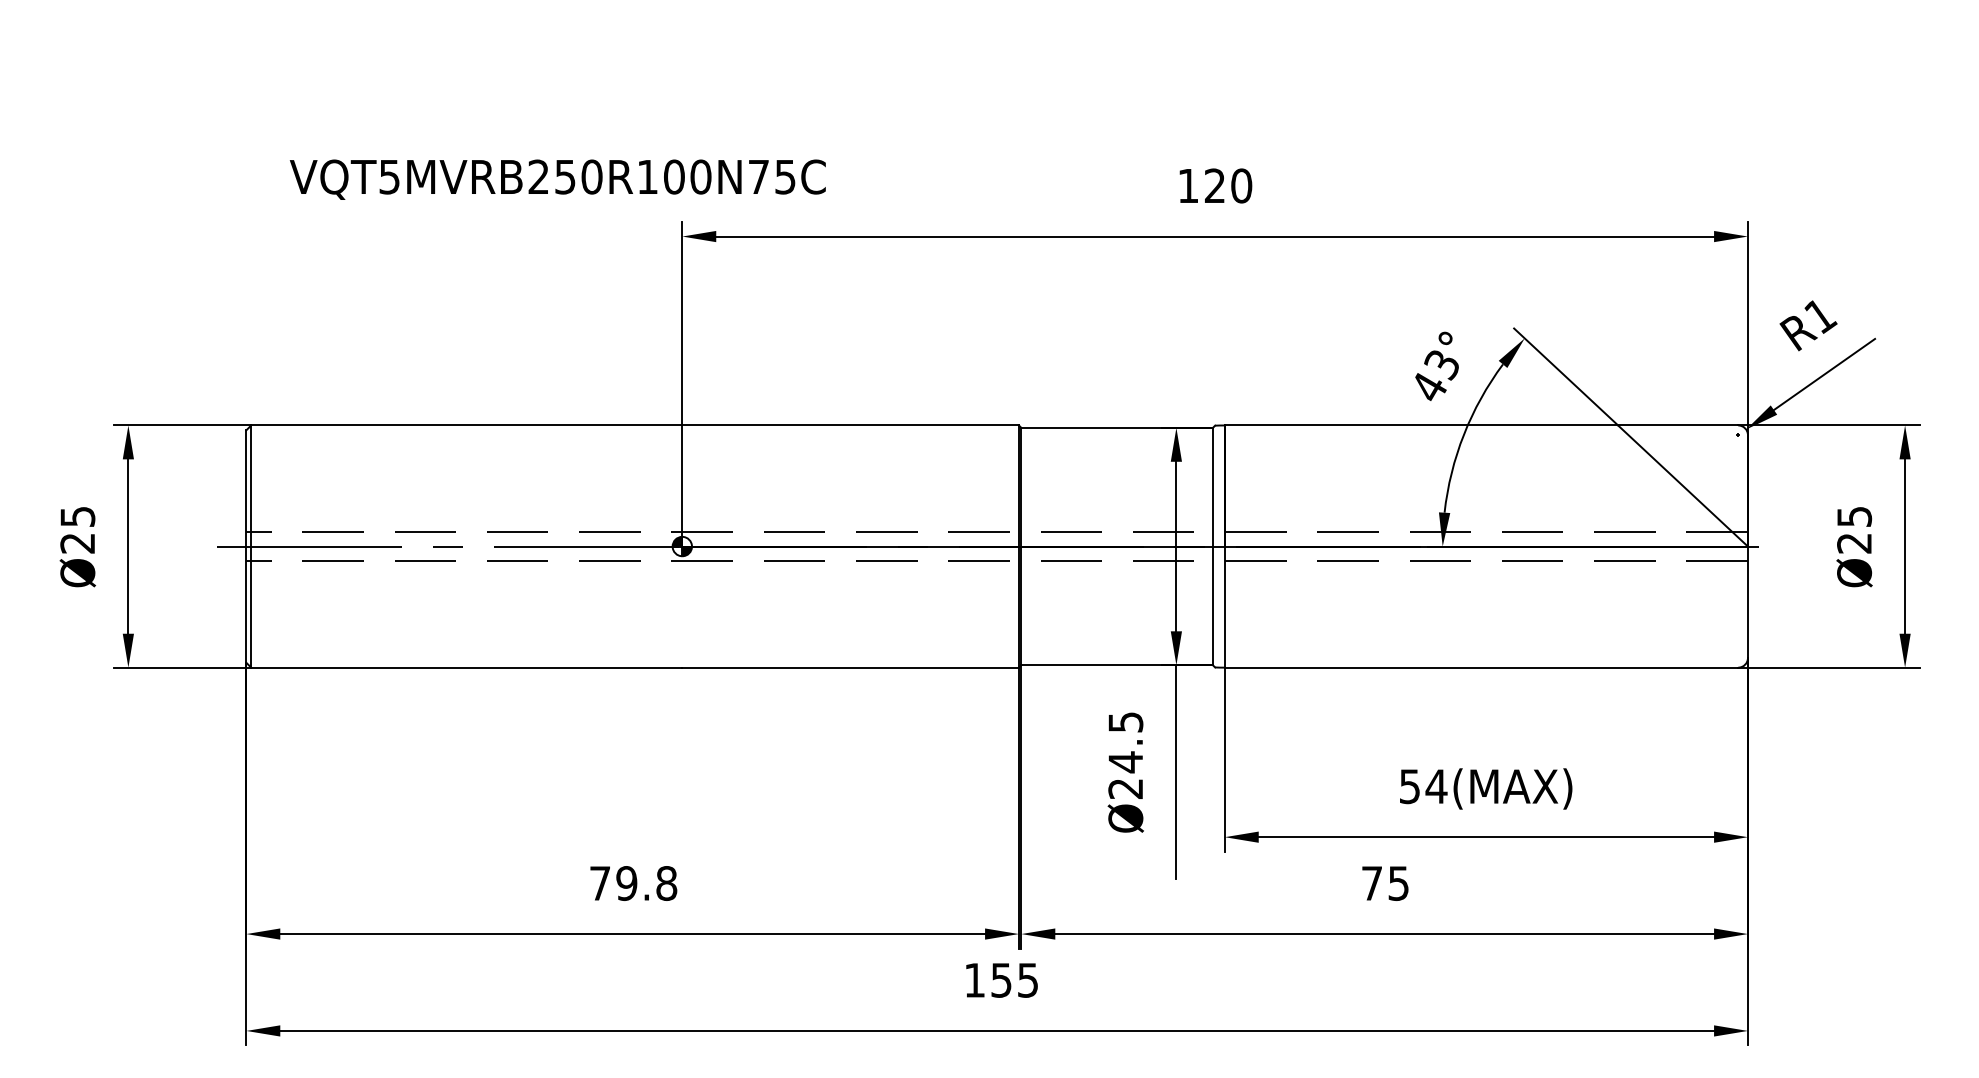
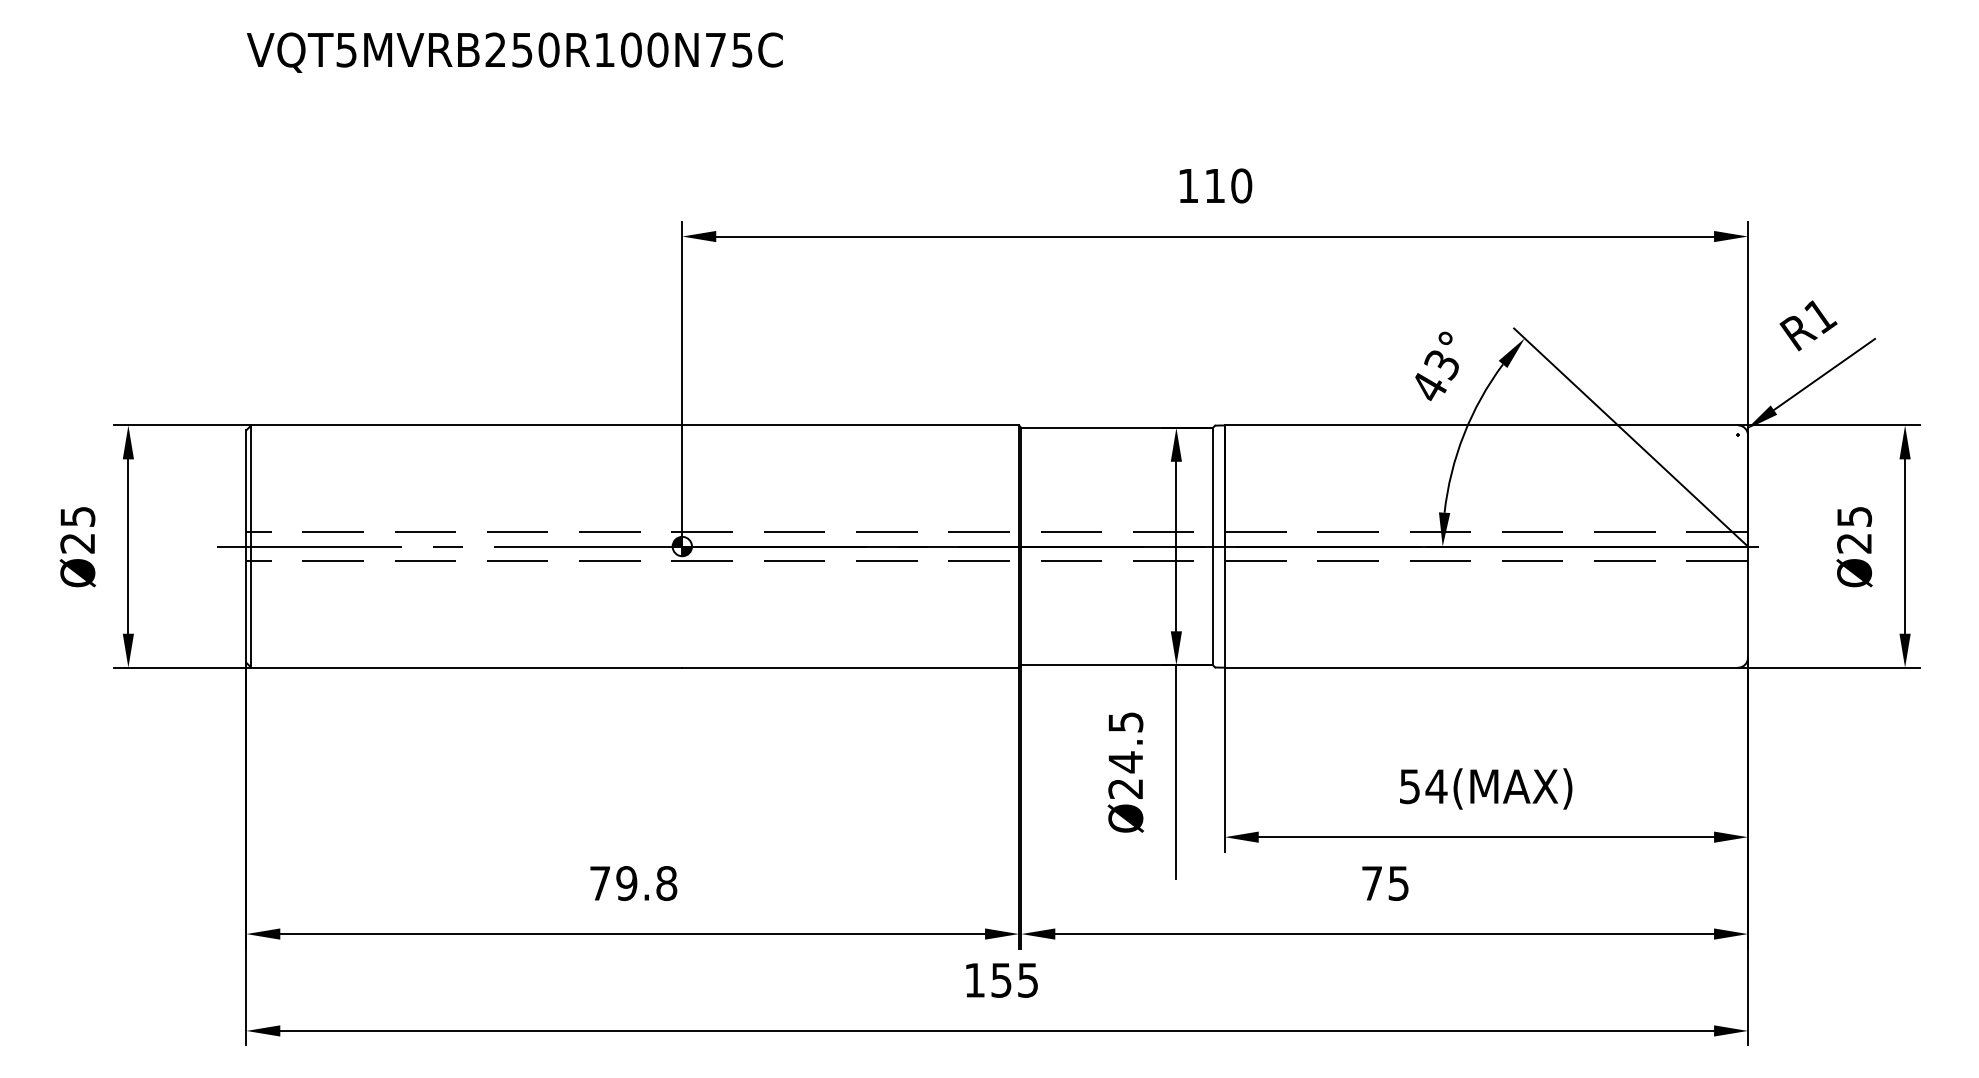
text at (557, 179) position: (557, 179) -> (514, 52)
text at (1214, 185): 120 -> 110
